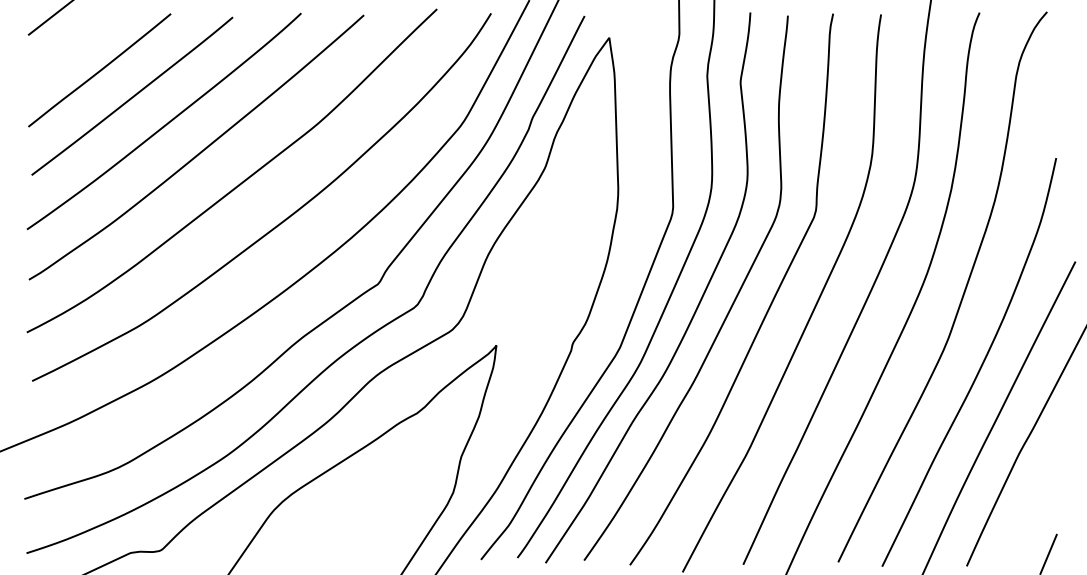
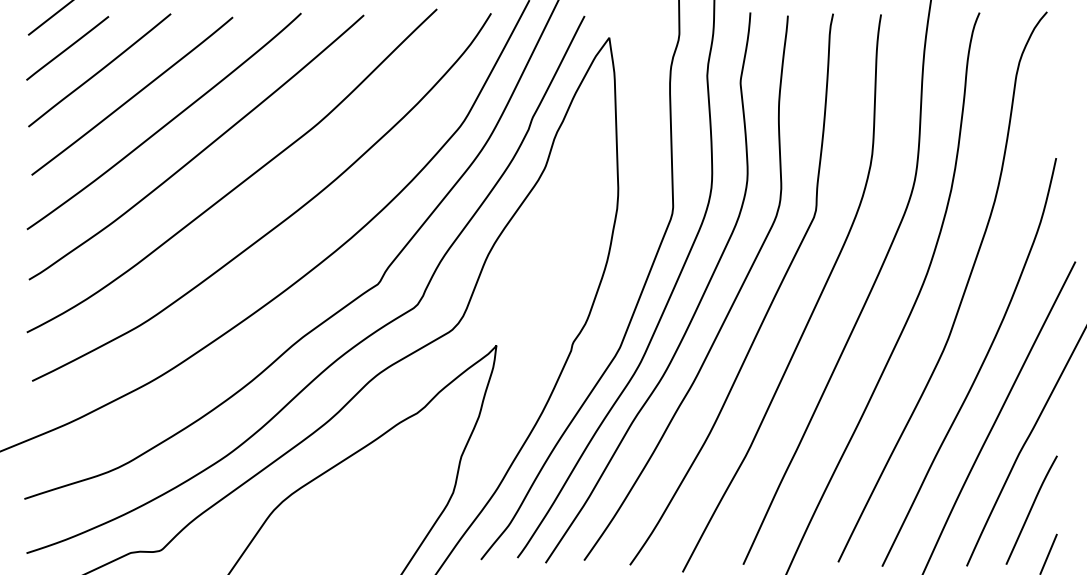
line at (67, 48): none -> present
curve at (1031, 509): none -> present
